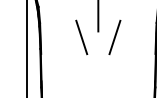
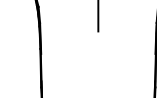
line at (81, 37): present -> none
line at (114, 37): present -> none
line at (27, 48): present -> none
